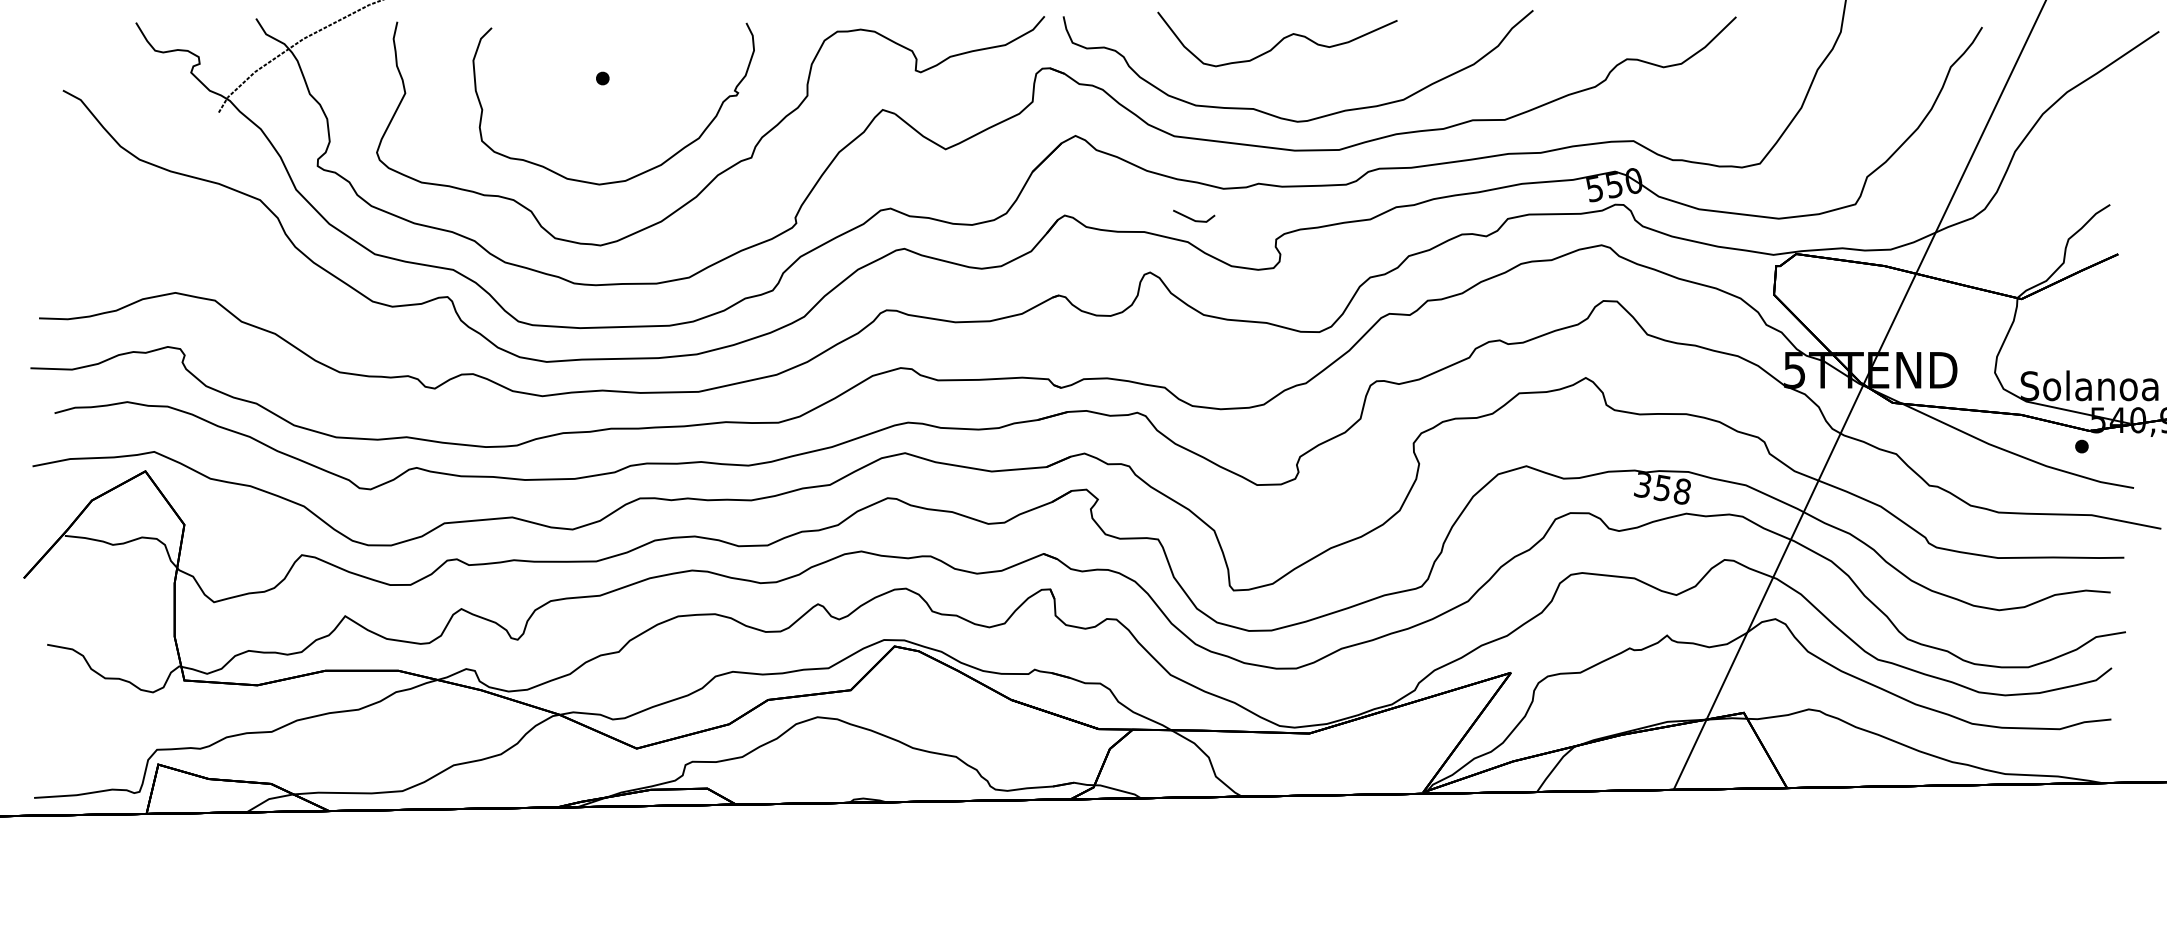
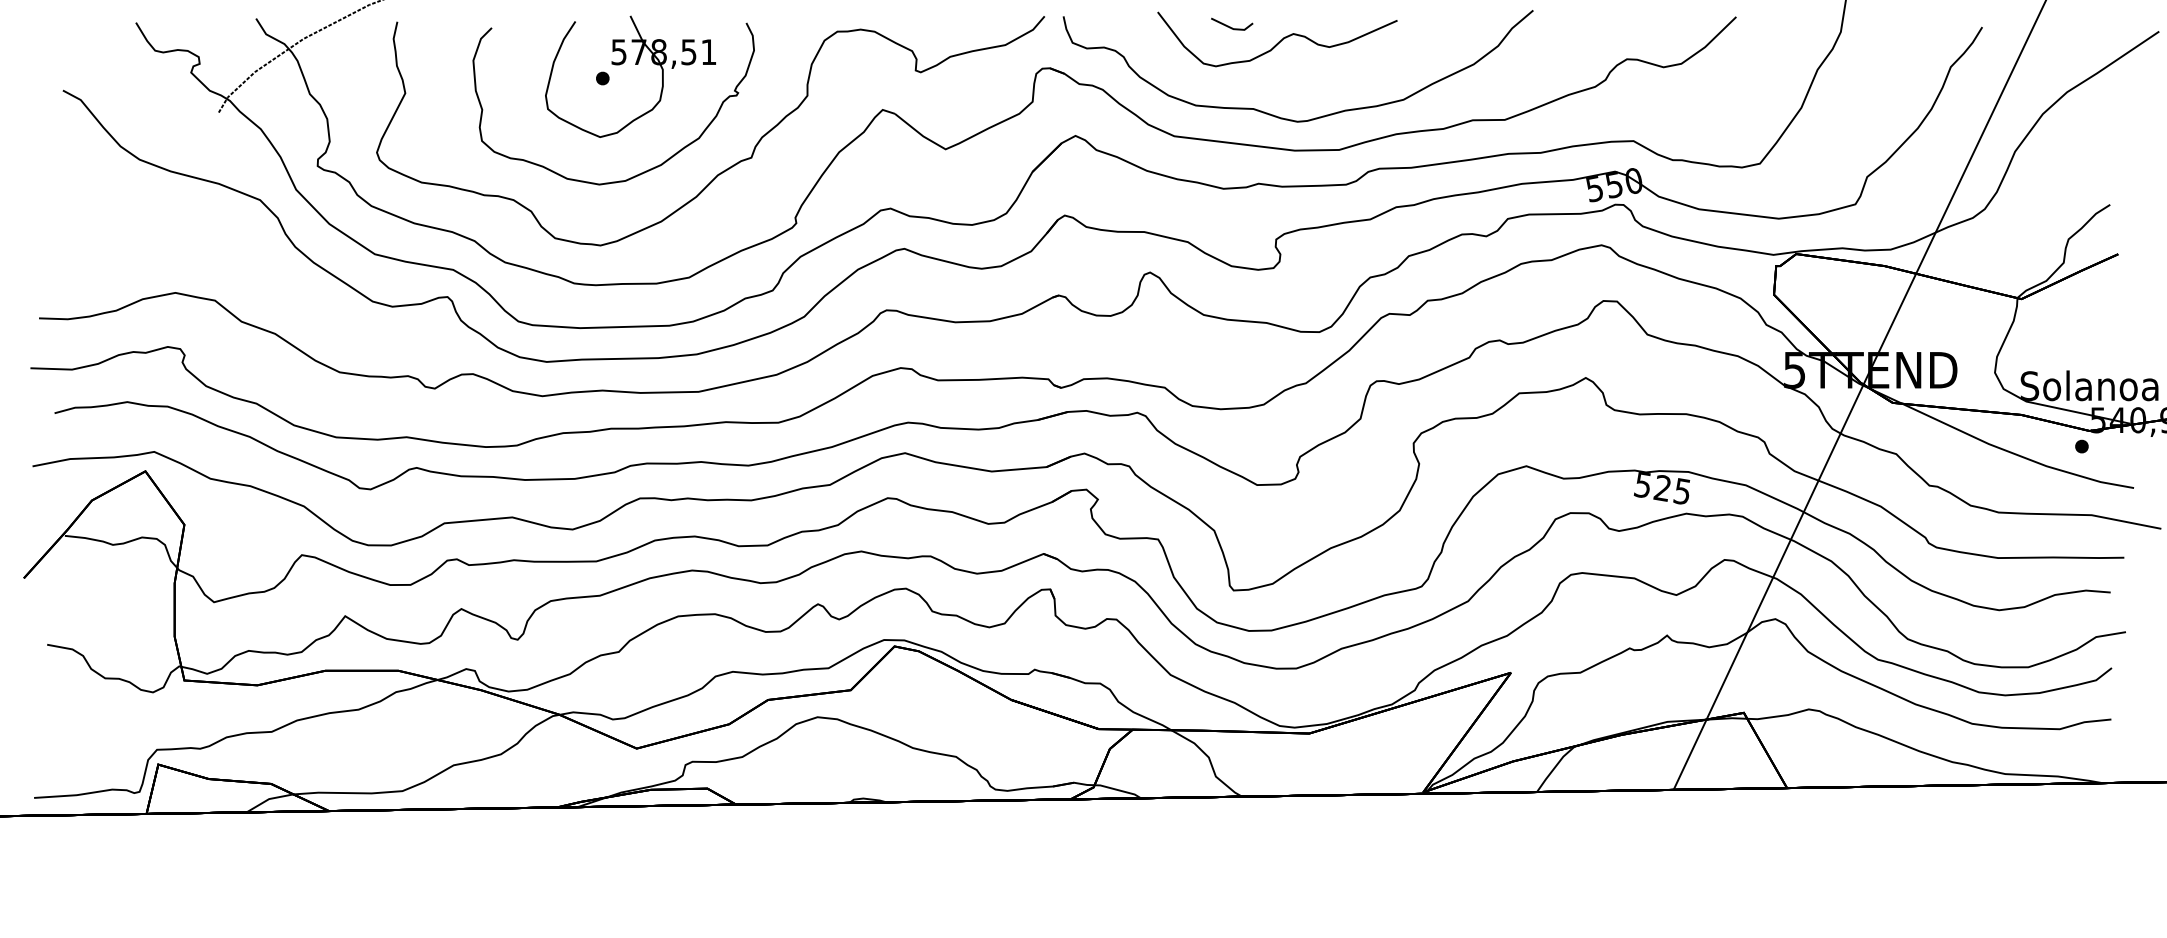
part at (635, 64): none -> present
line at (1192, 218) position: (1192, 218) -> (1230, 26)
text at (1663, 488): 358 -> 525
